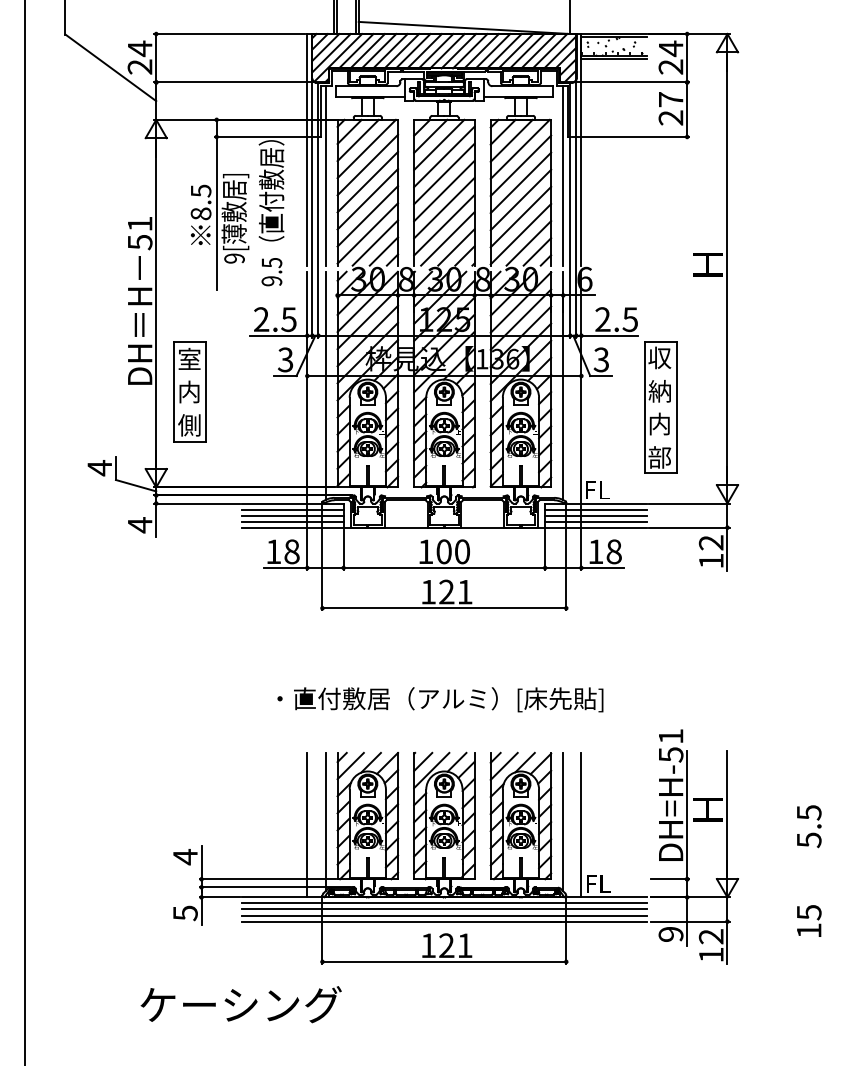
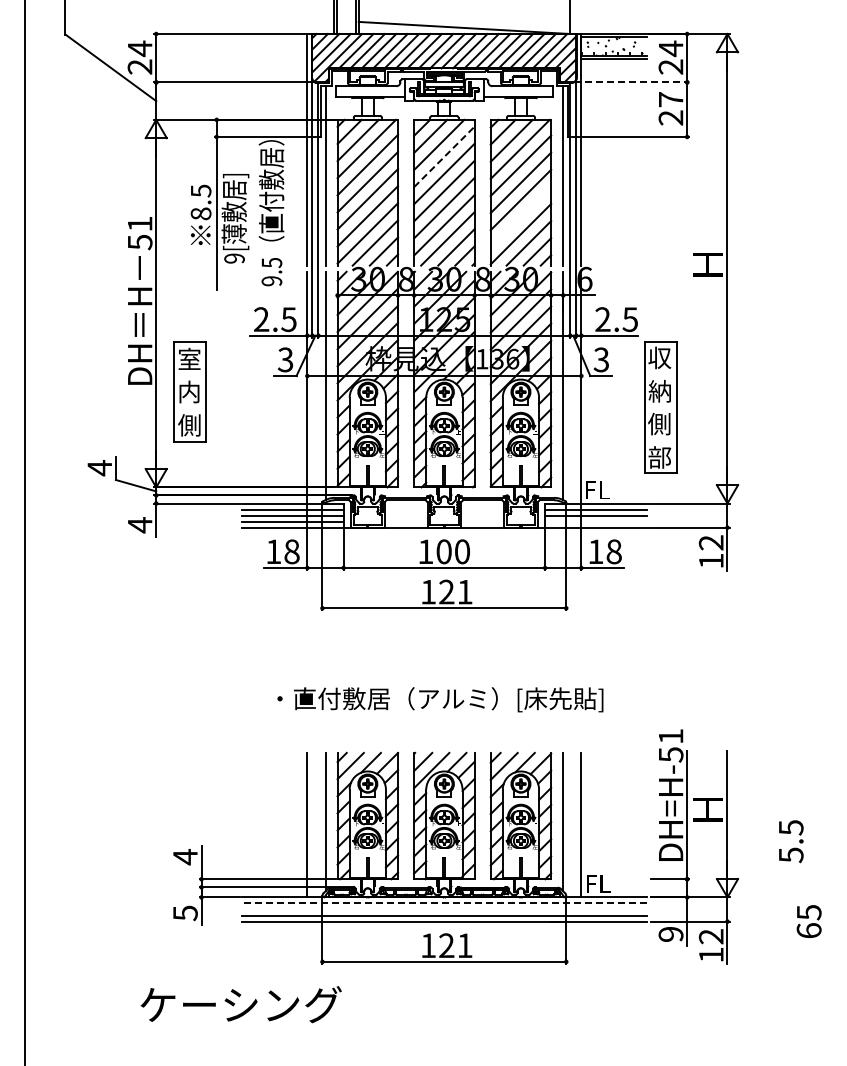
line at (632, 82): solid -> dashed
line at (444, 156): solid -> dashed
line at (520, 216): present -> none
text at (659, 423): 内 -> 側
line at (595, 521): present -> none
text at (809, 826) position: (809, 826) -> (791, 841)
line at (443, 903): solid -> dashed
line at (443, 909): present -> none
text at (808, 930): 15 -> 65
